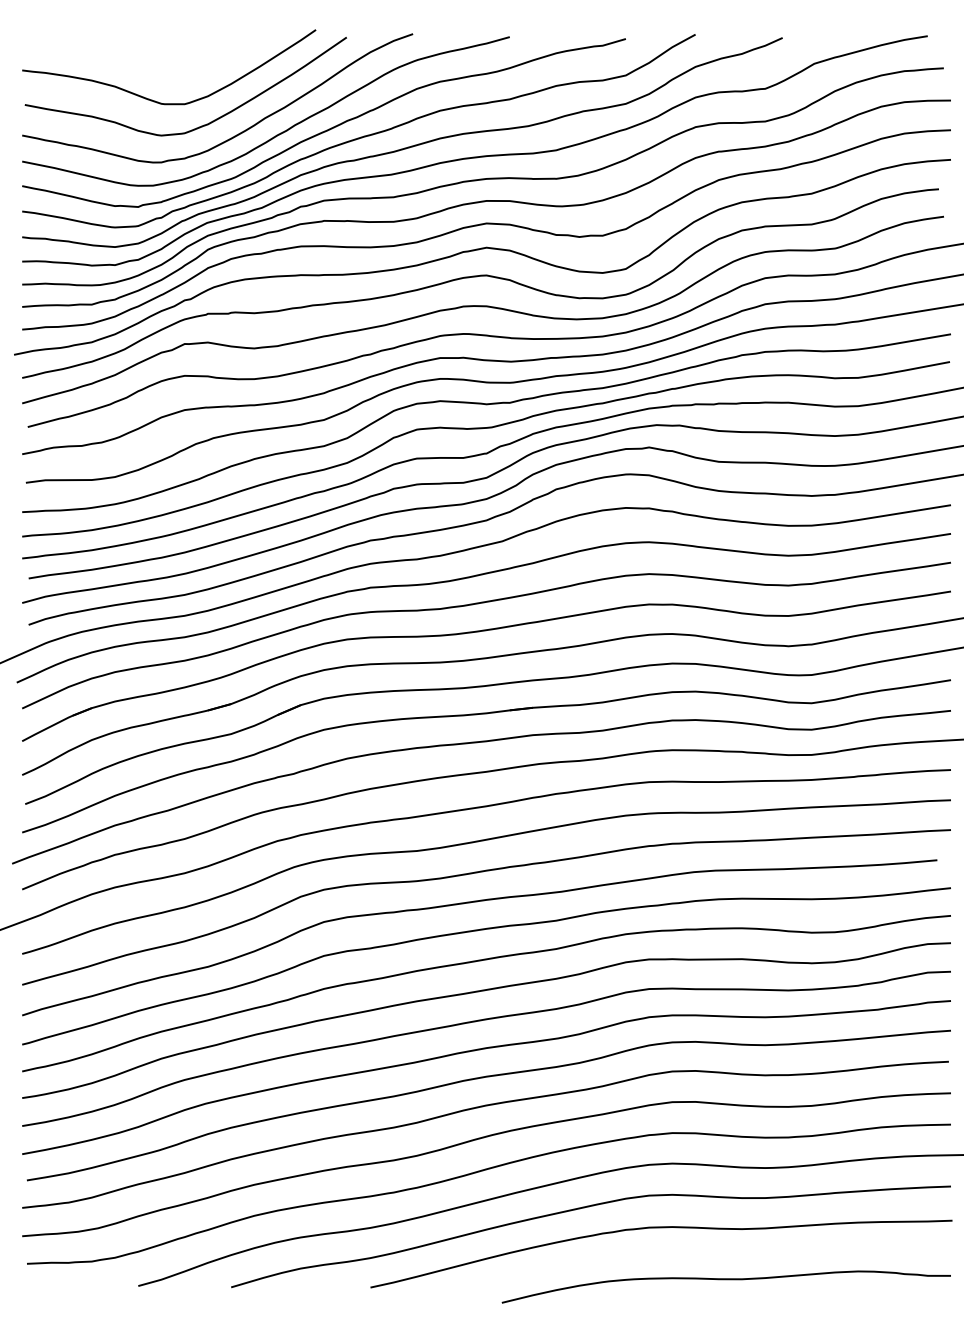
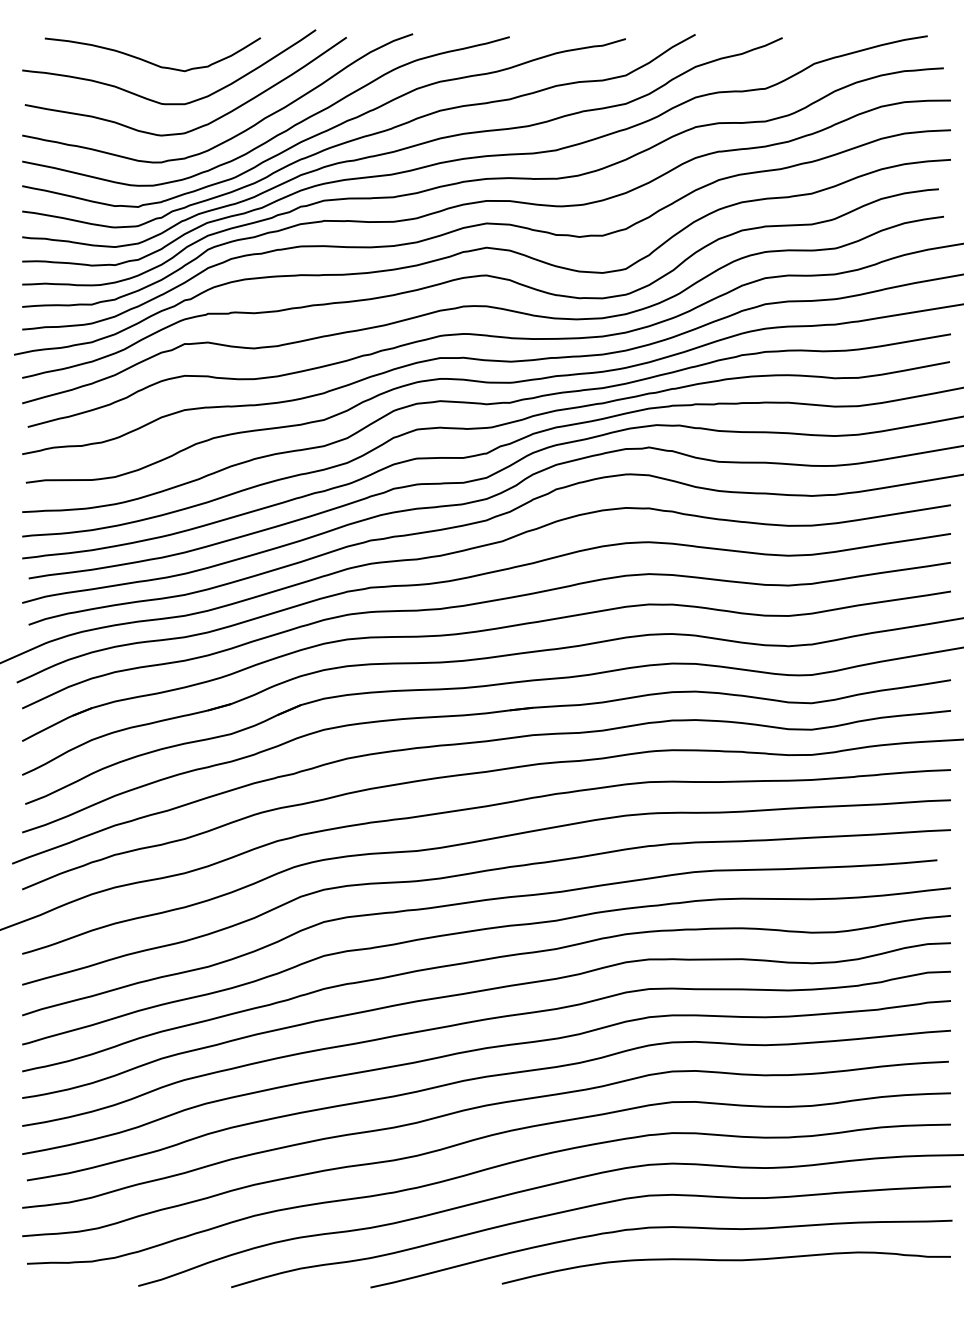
curve at (149, 61): none -> present
curve at (725, 1280) position: (725, 1280) -> (725, 1261)
